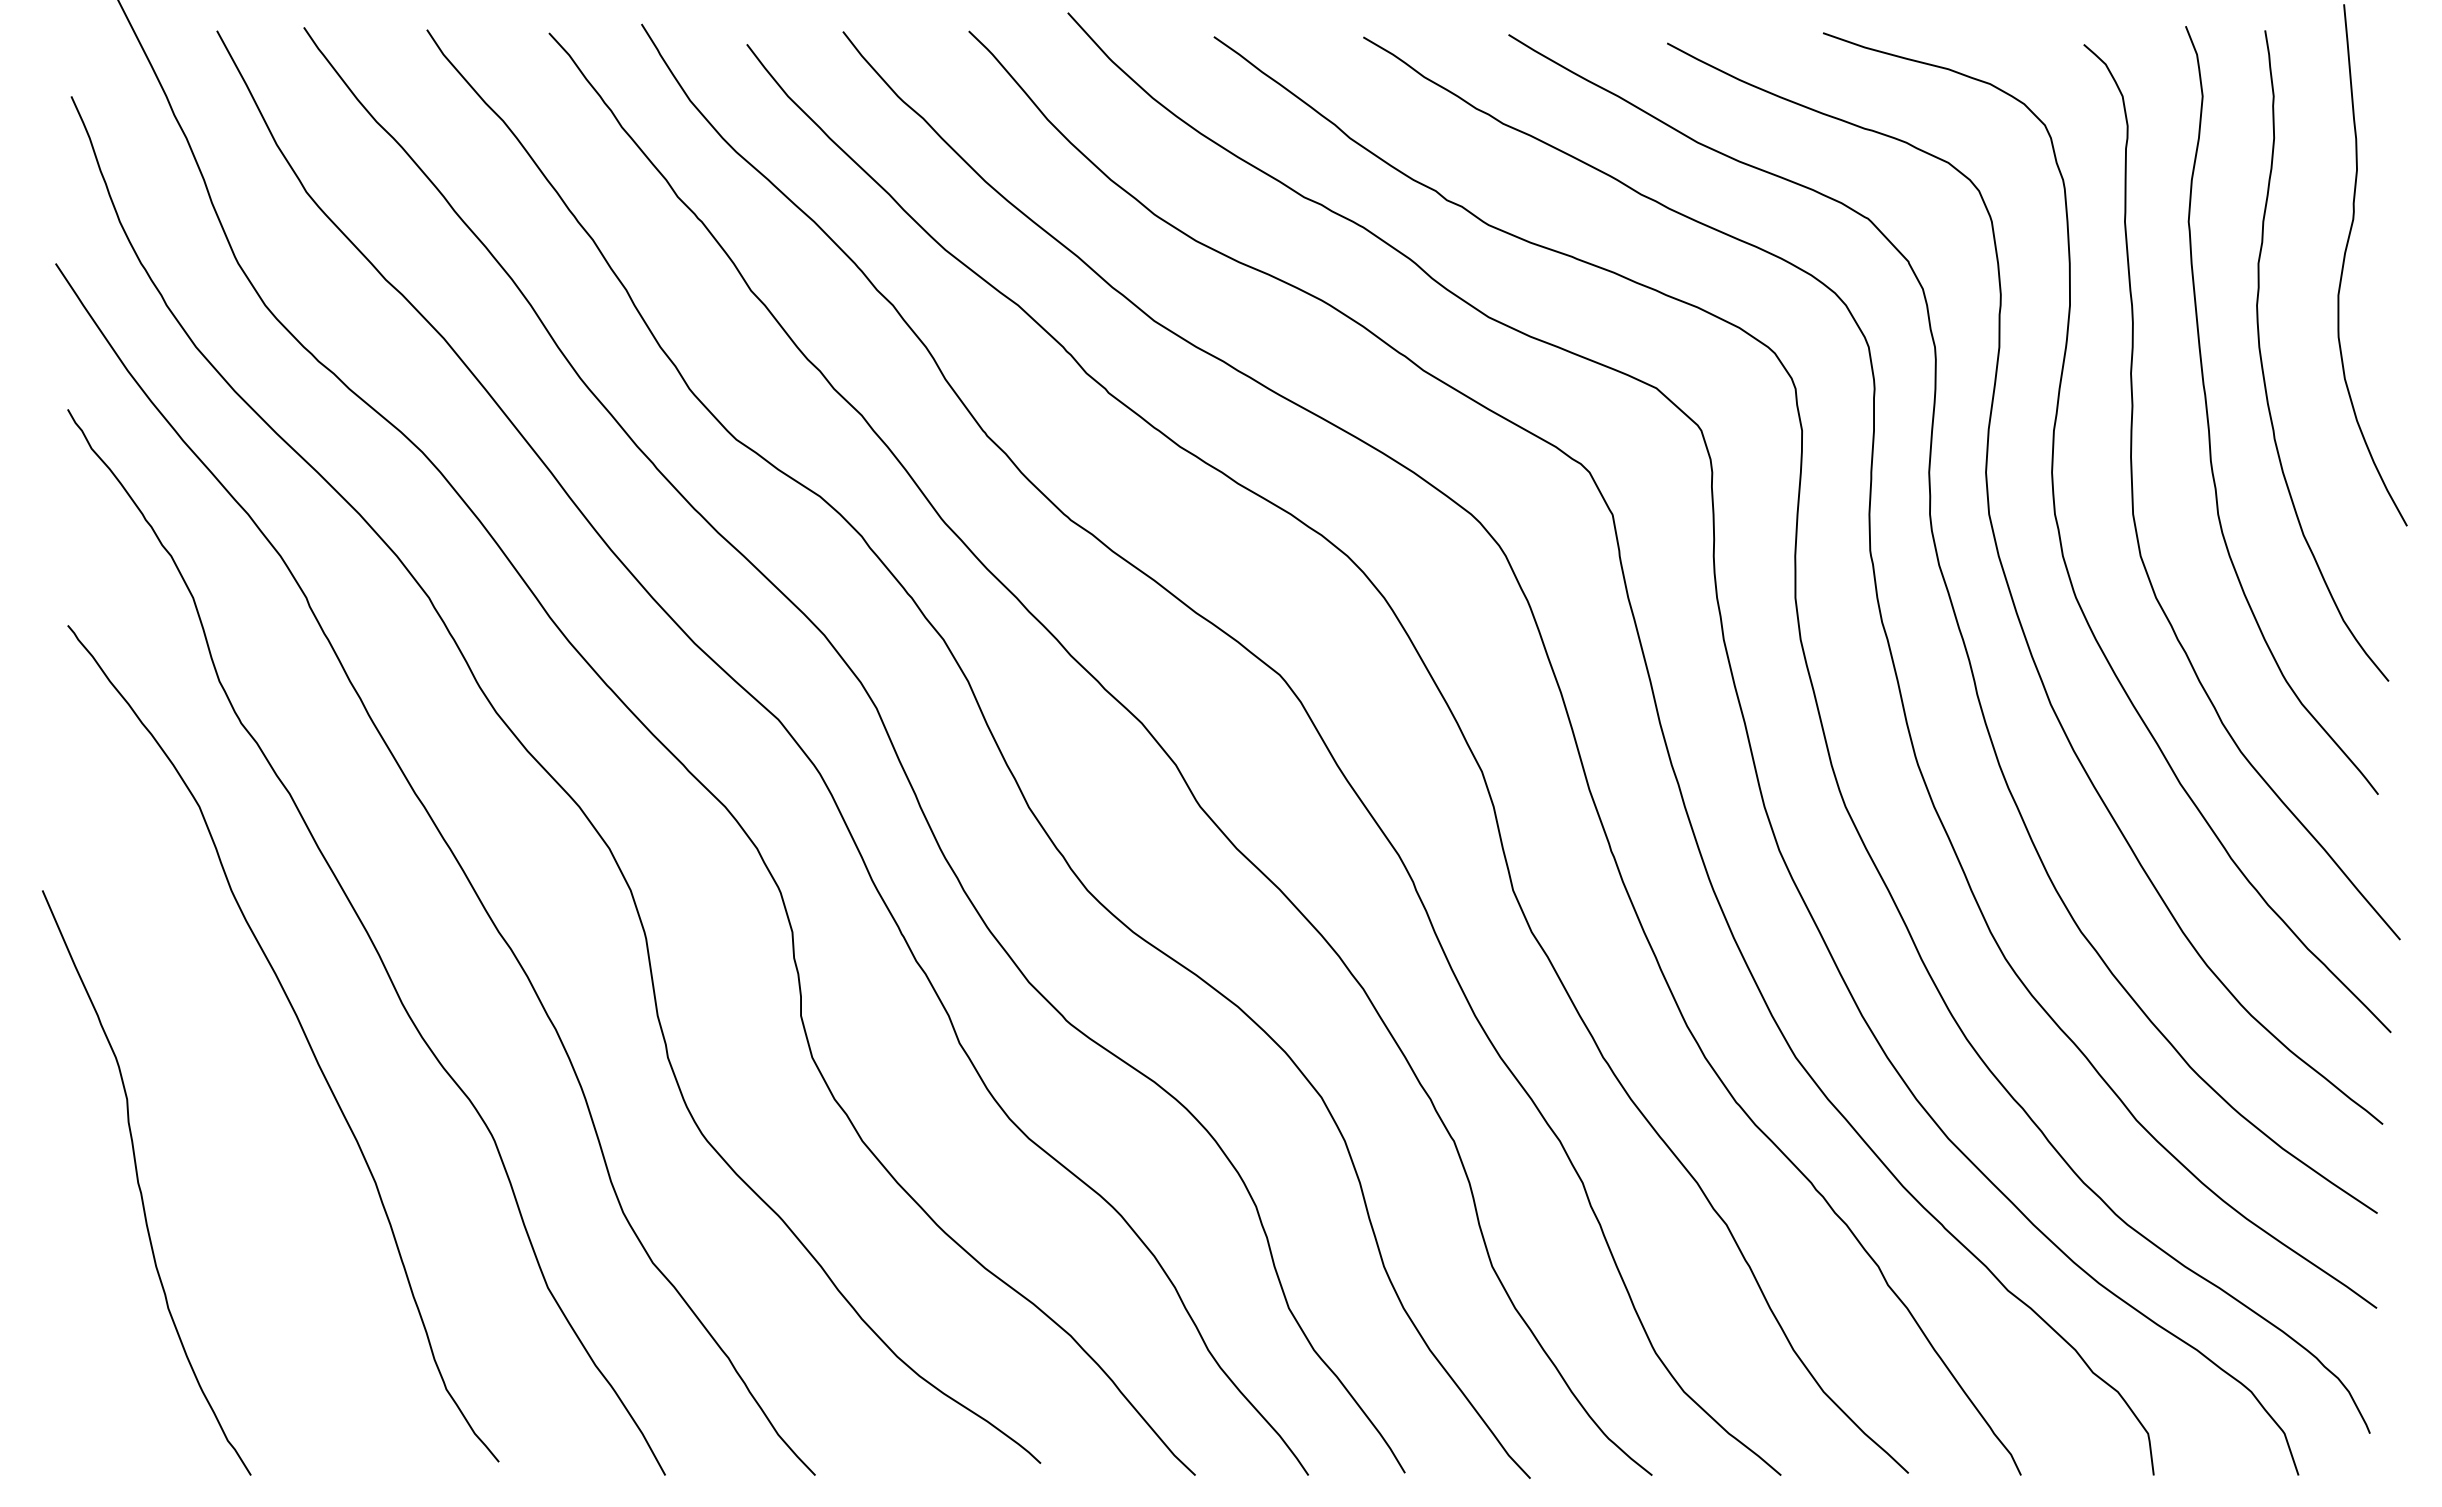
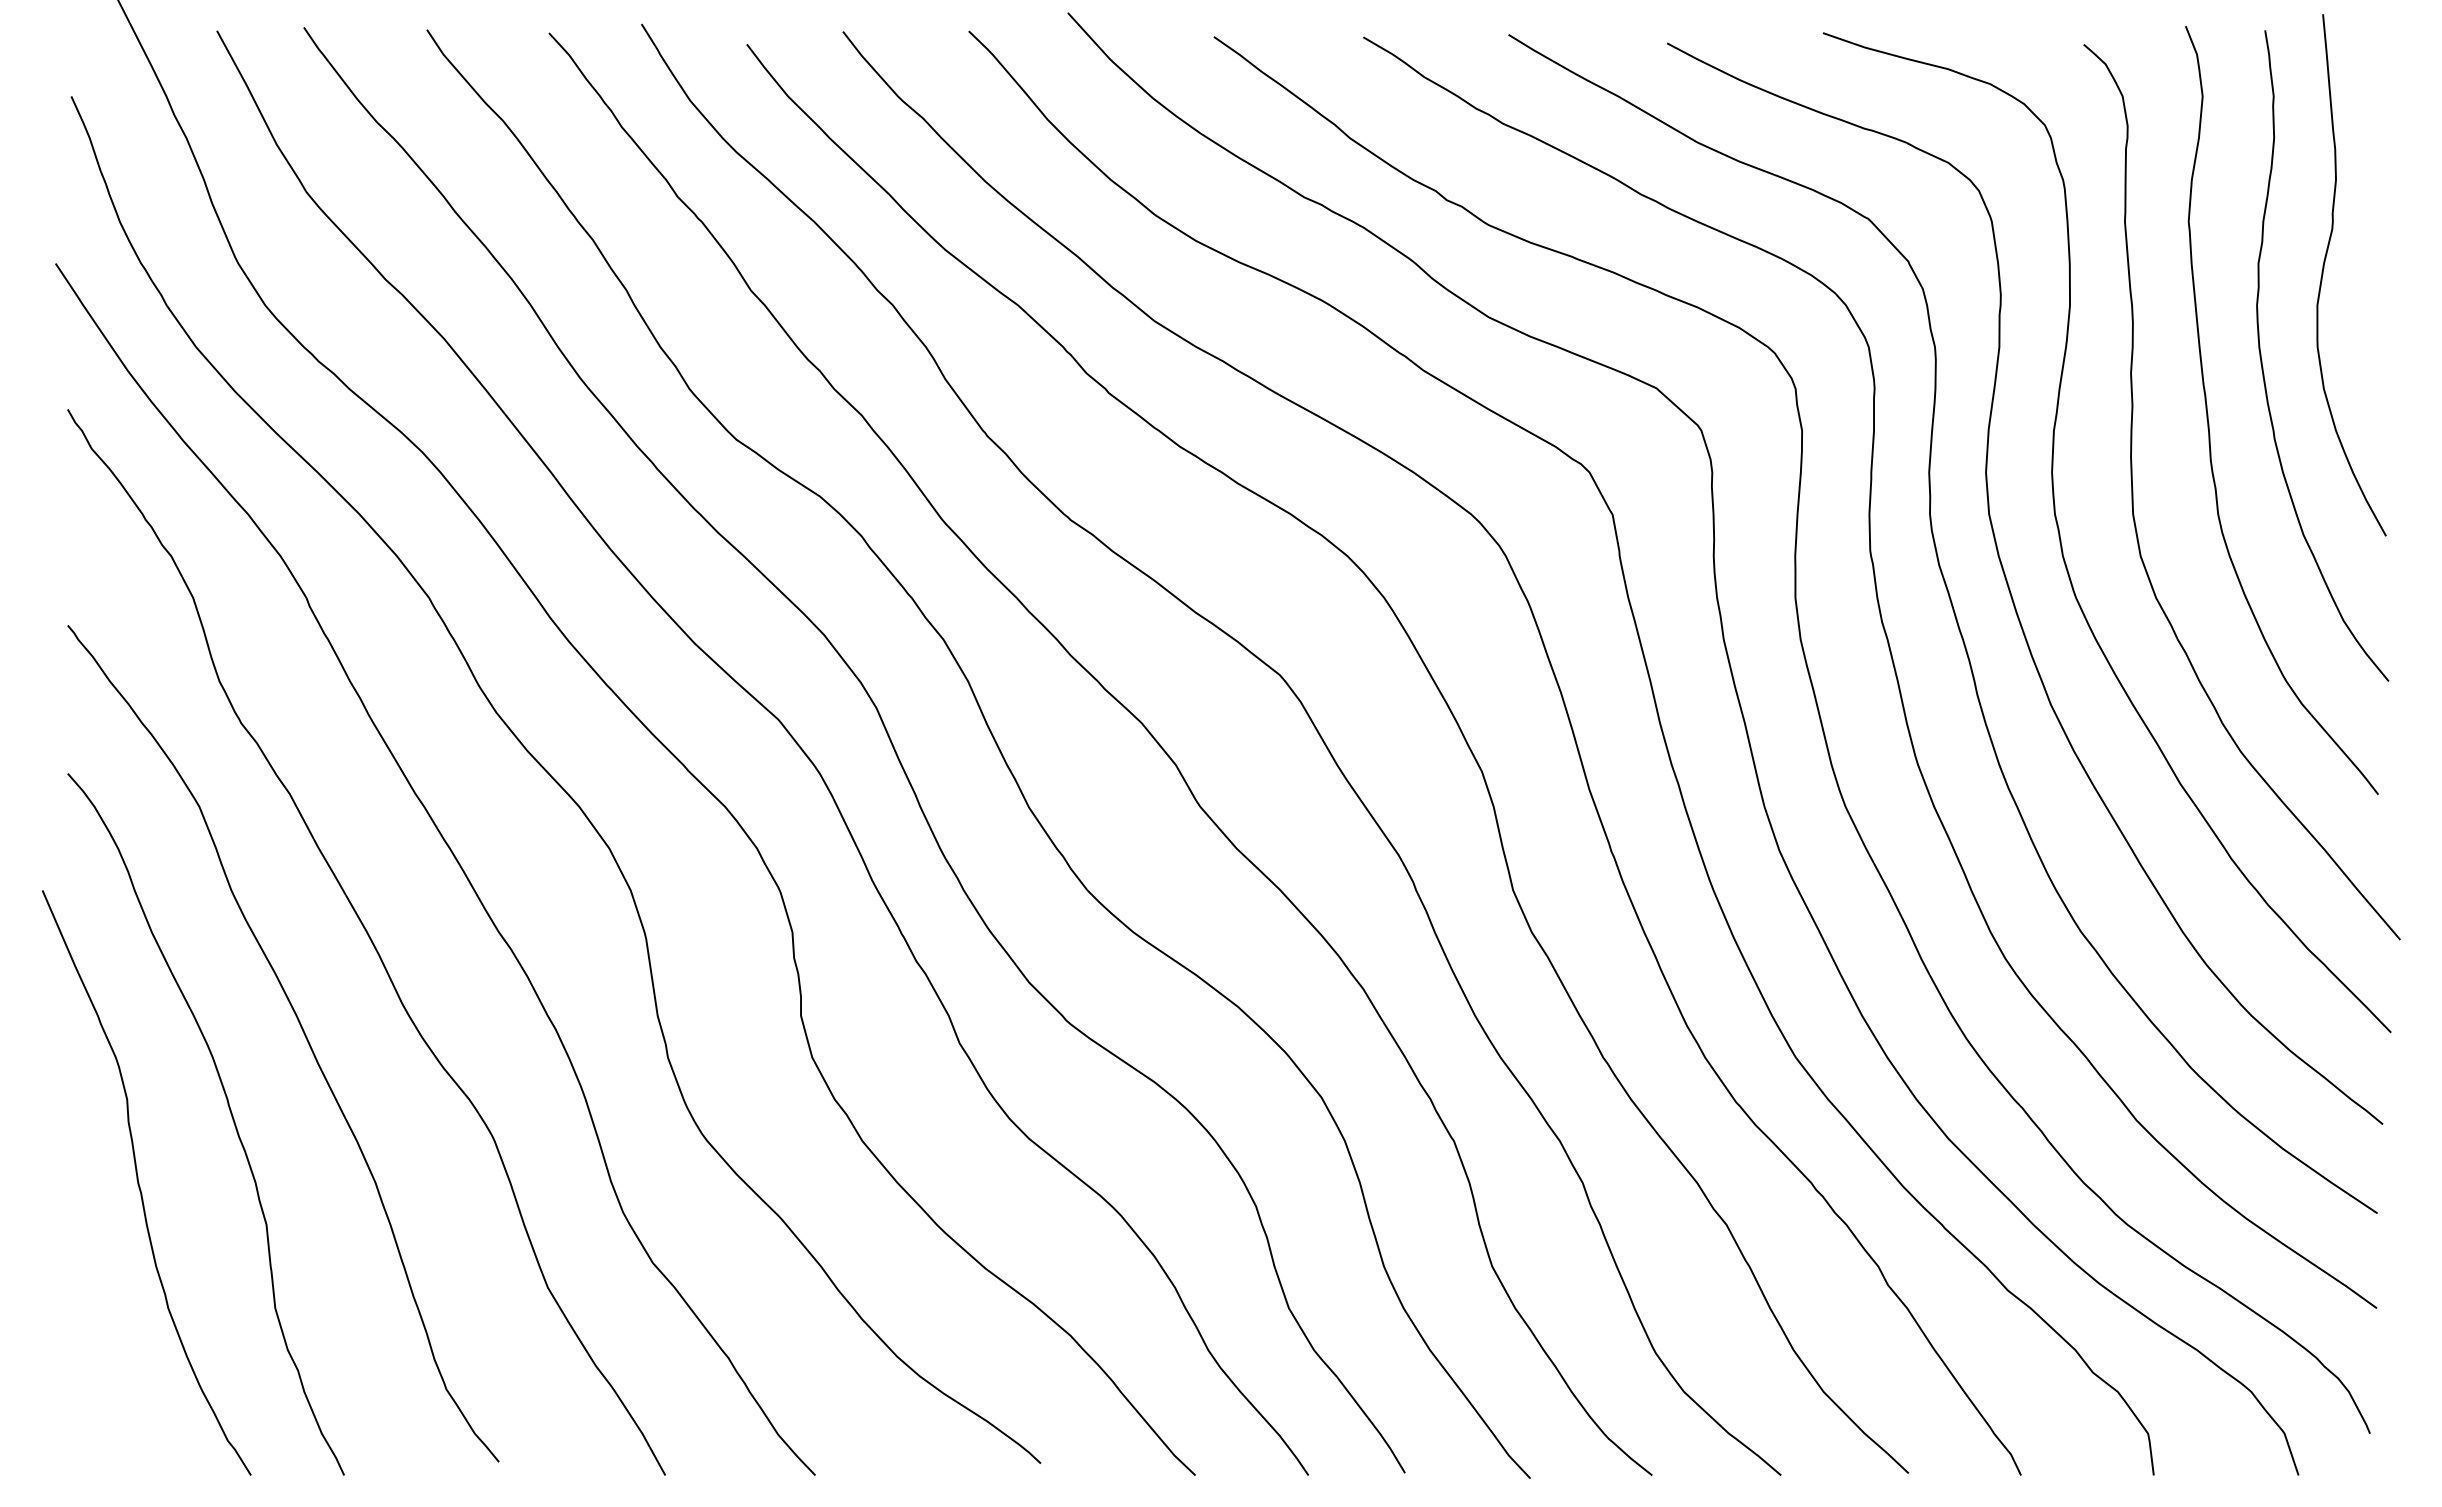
curve at (2345, 258) position: (2345, 258) -> (2324, 268)
curve at (230, 1114): none -> present
